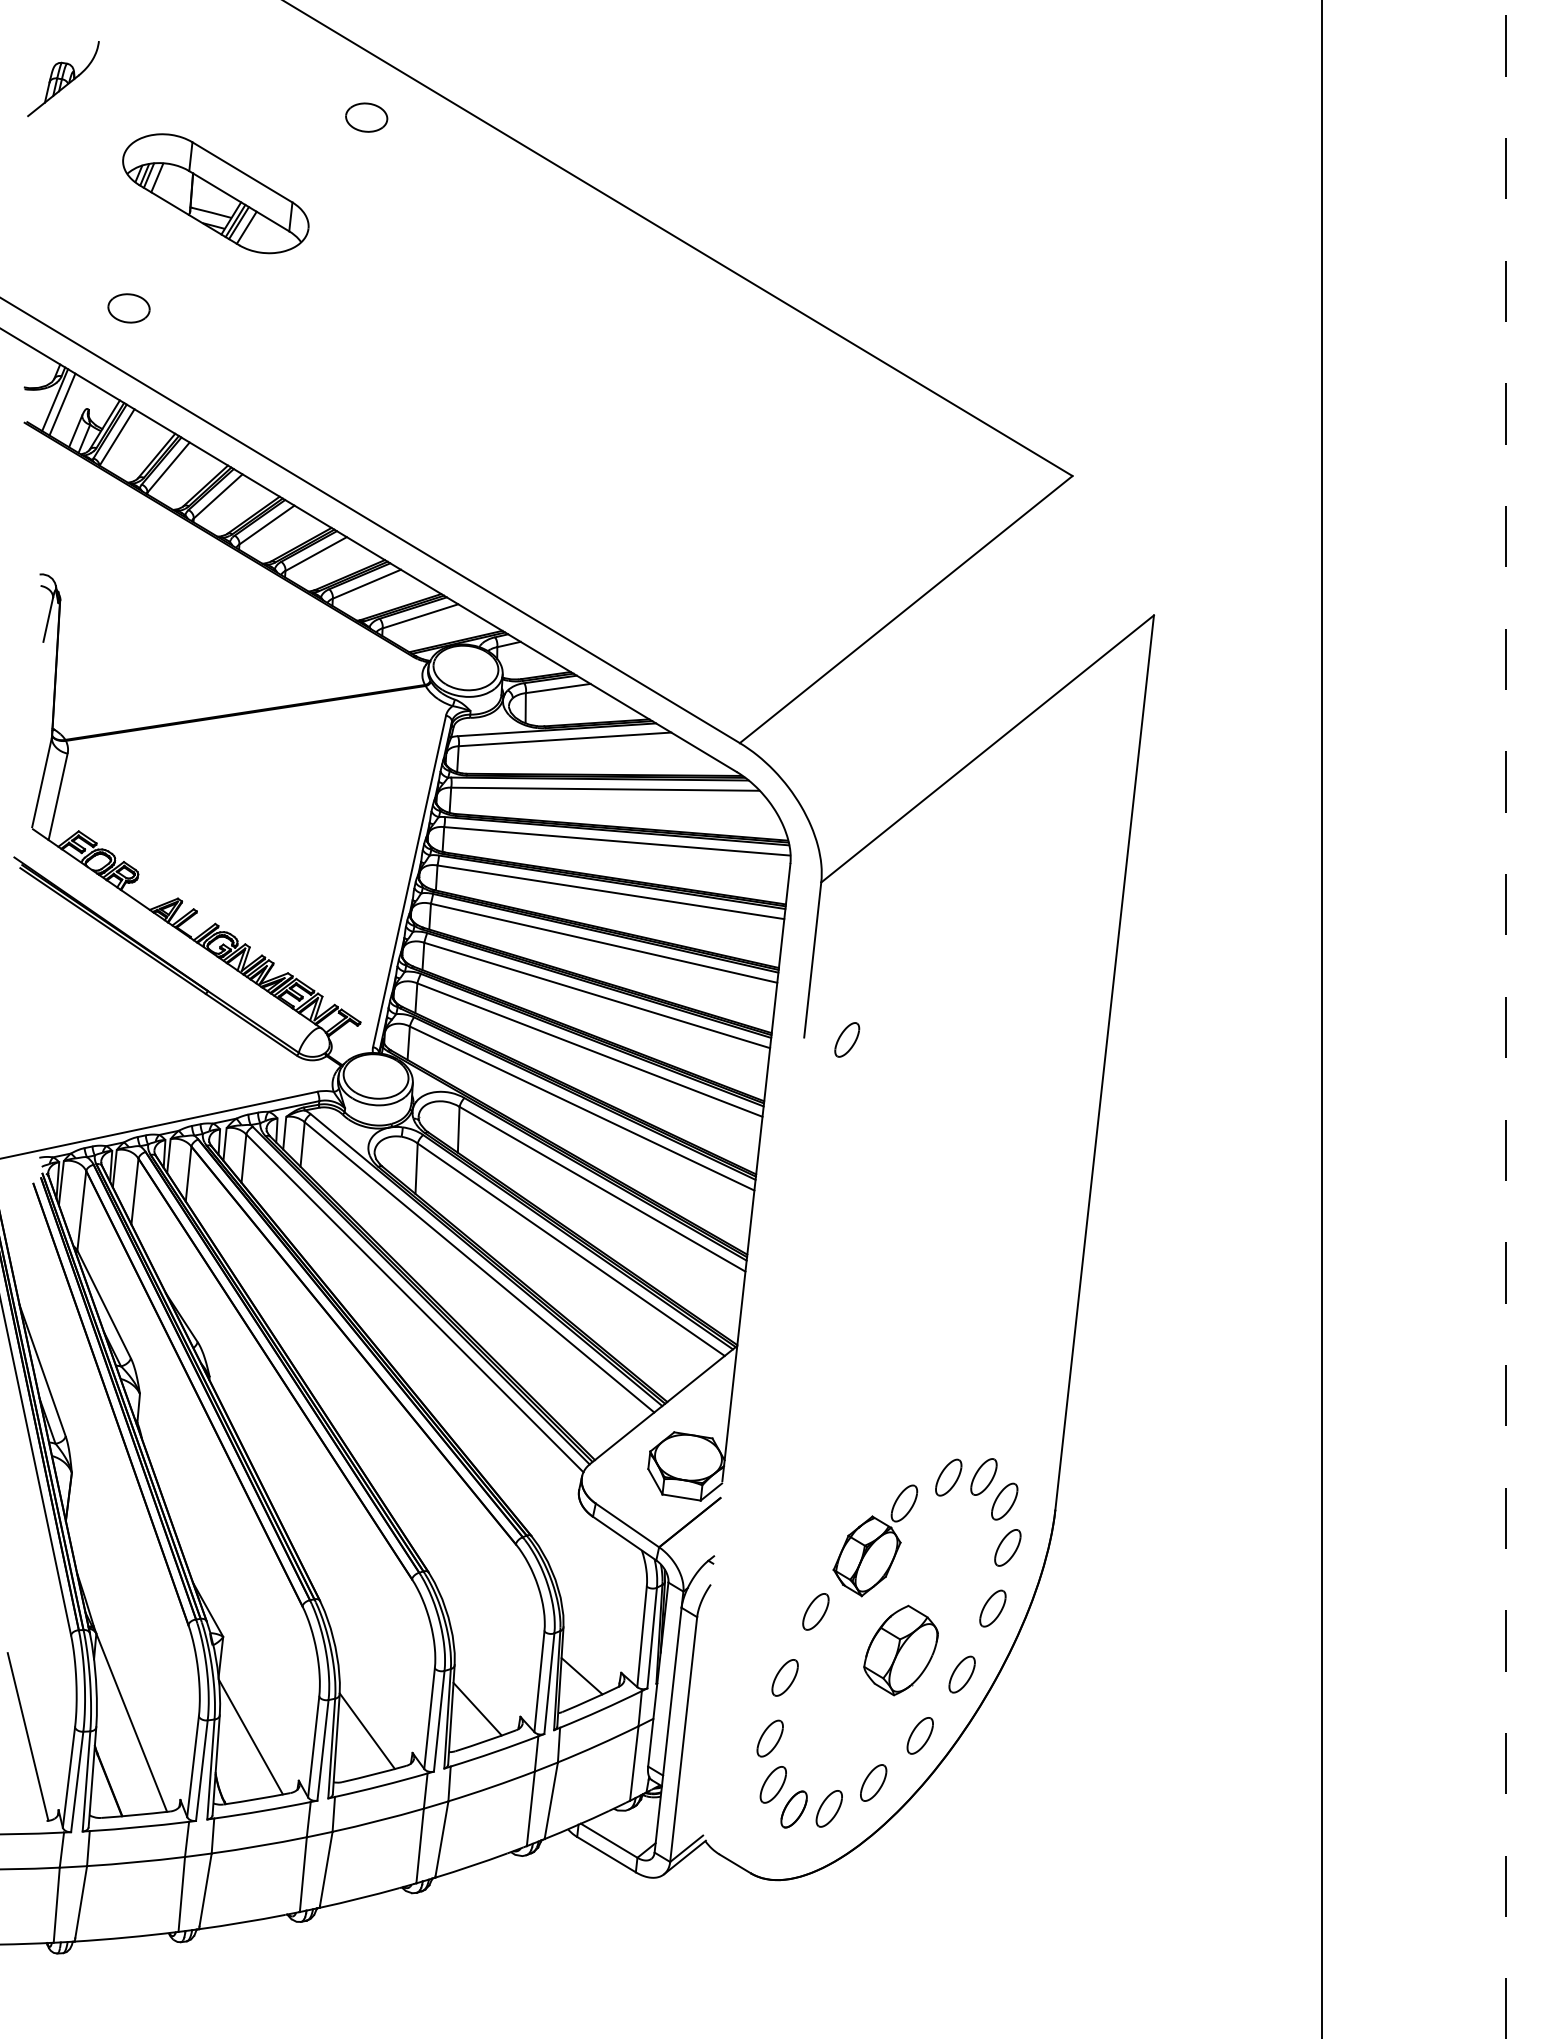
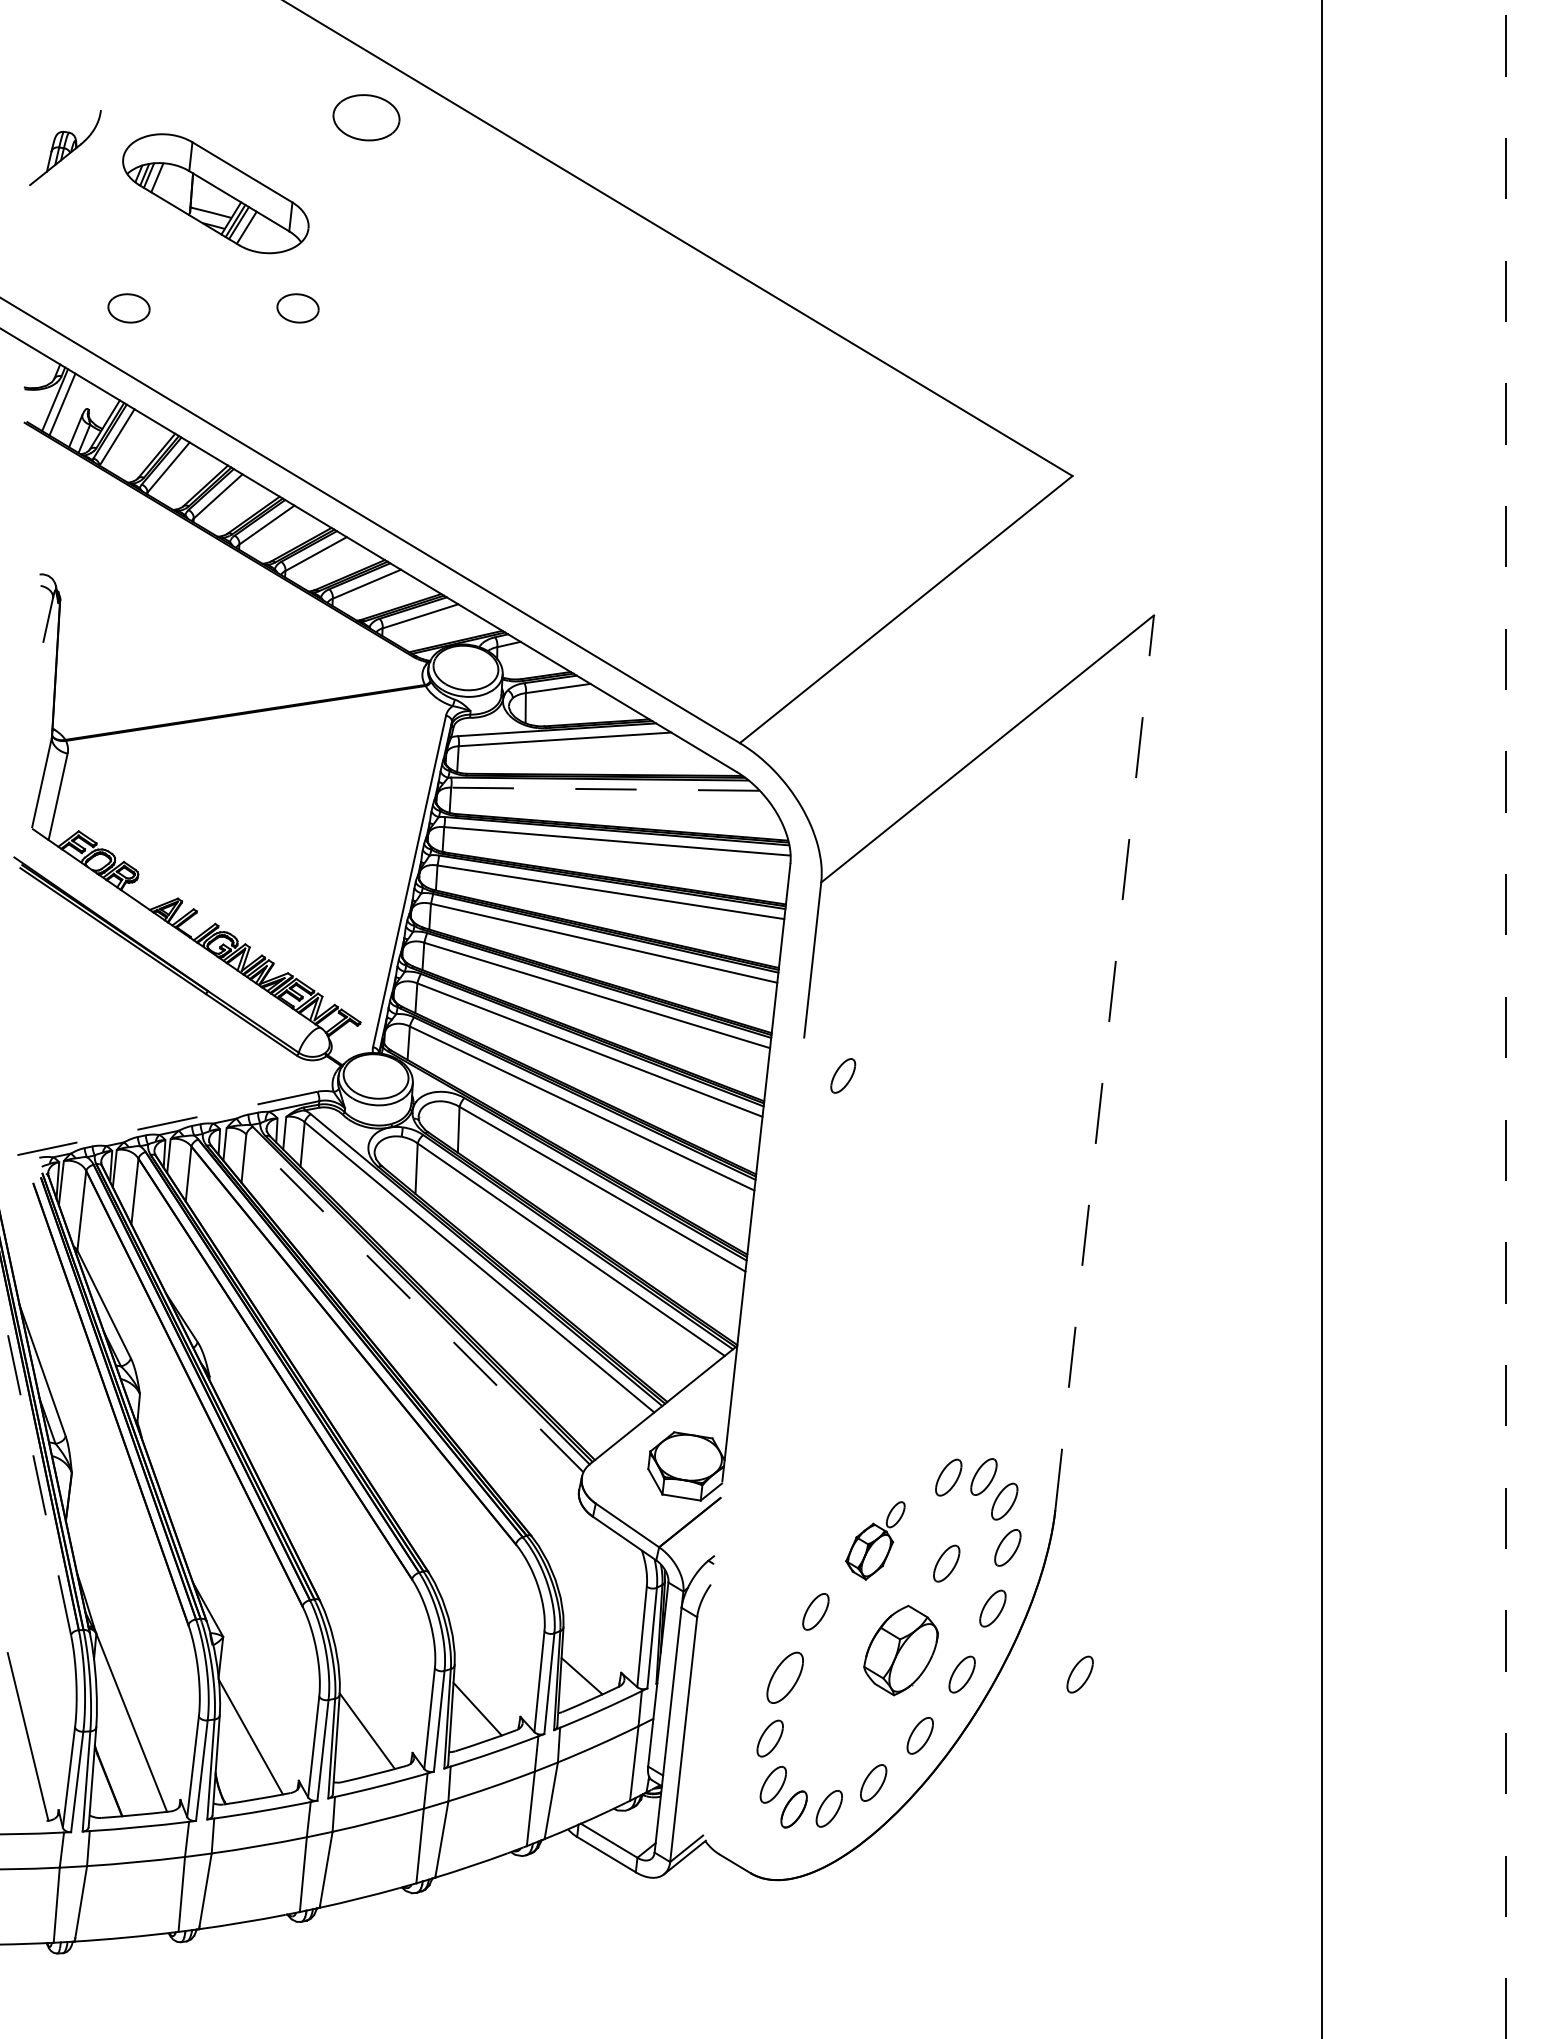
part at (63, 79) position: (63, 79) -> (65, 148)
part at (366, 117) size: 44x31 px -> 69x48 px
part at (297, 308): none -> present
line at (604, 789): solid -> dashed
part at (847, 1039) position: (847, 1039) -> (843, 1075)
line at (1104, 1062): solid -> dashed
line at (159, 1125): solid -> dashed
line at (414, 1303): solid -> dashed
line at (35, 1466): solid -> dashed
part at (875, 1540) size: 87x114 px -> 61x80 px
part at (946, 1563): none -> present
part at (1079, 1674): none -> present
part at (784, 1677) size: 28x38 px -> 38x53 px
